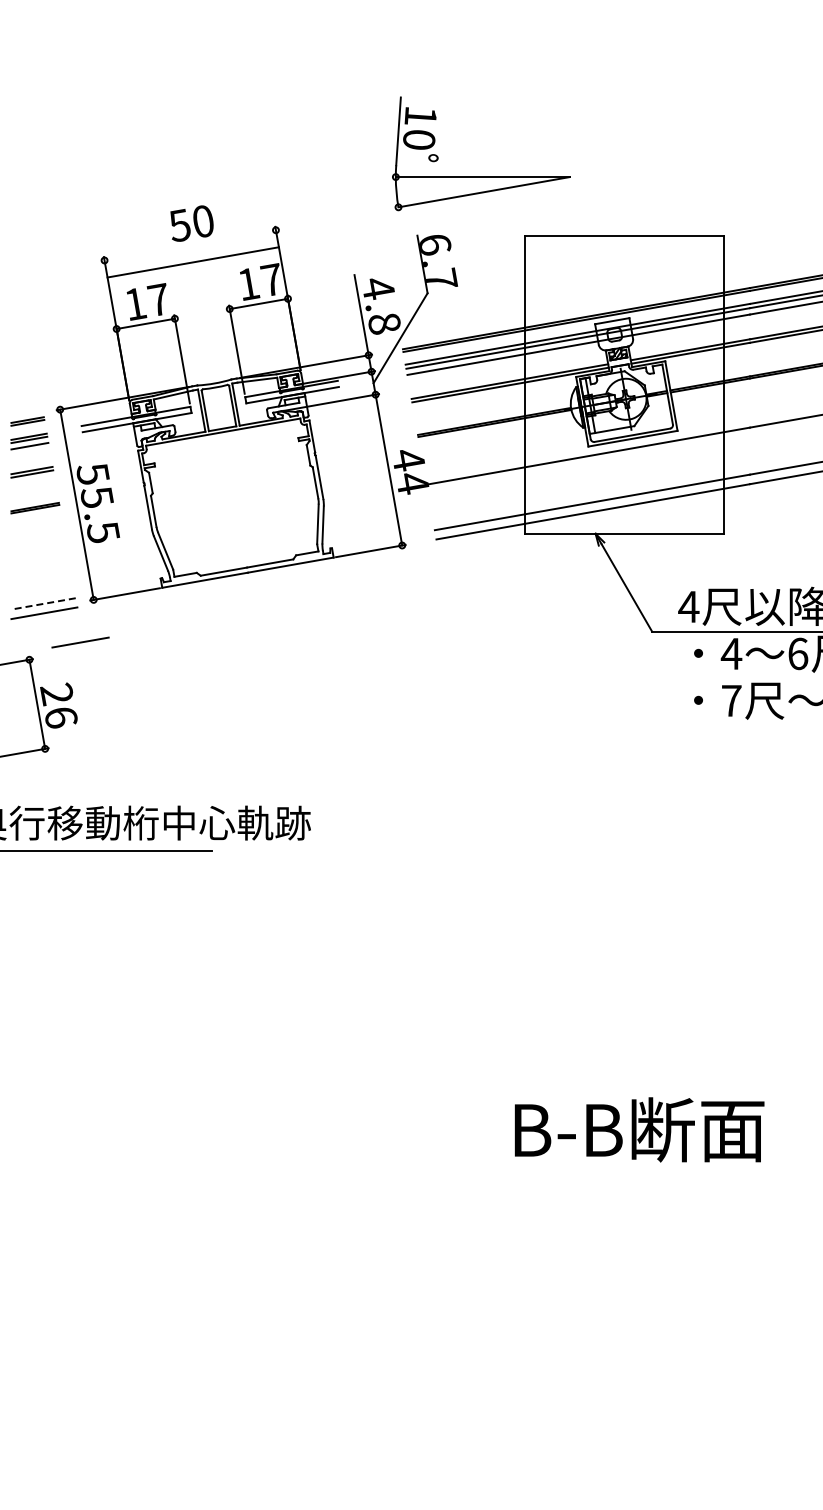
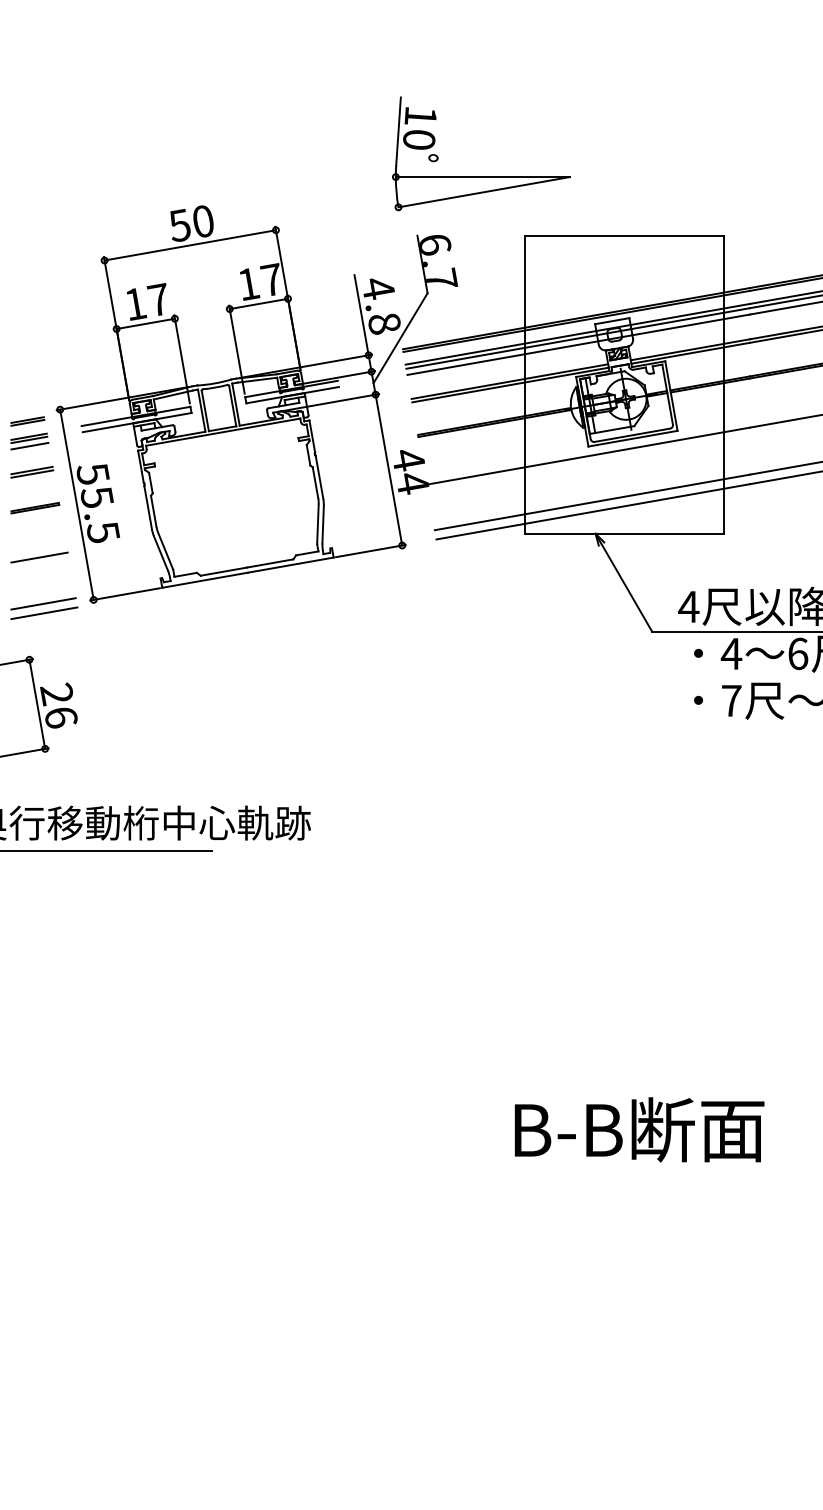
line at (192, 262) position: (192, 262) -> (189, 245)
line at (43, 603): dashed -> solid
line at (80, 642) position: (80, 642) -> (39, 557)
